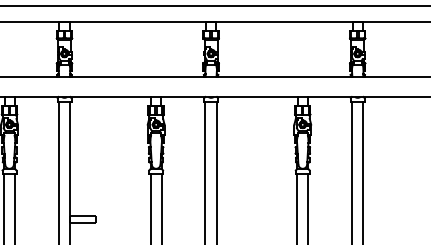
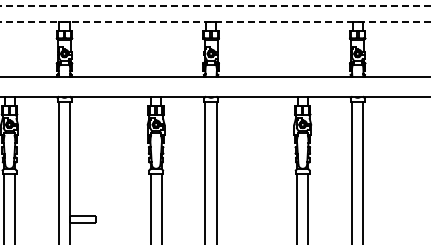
line at (215, 5): solid -> dashed
line at (215, 21): solid -> dashed
